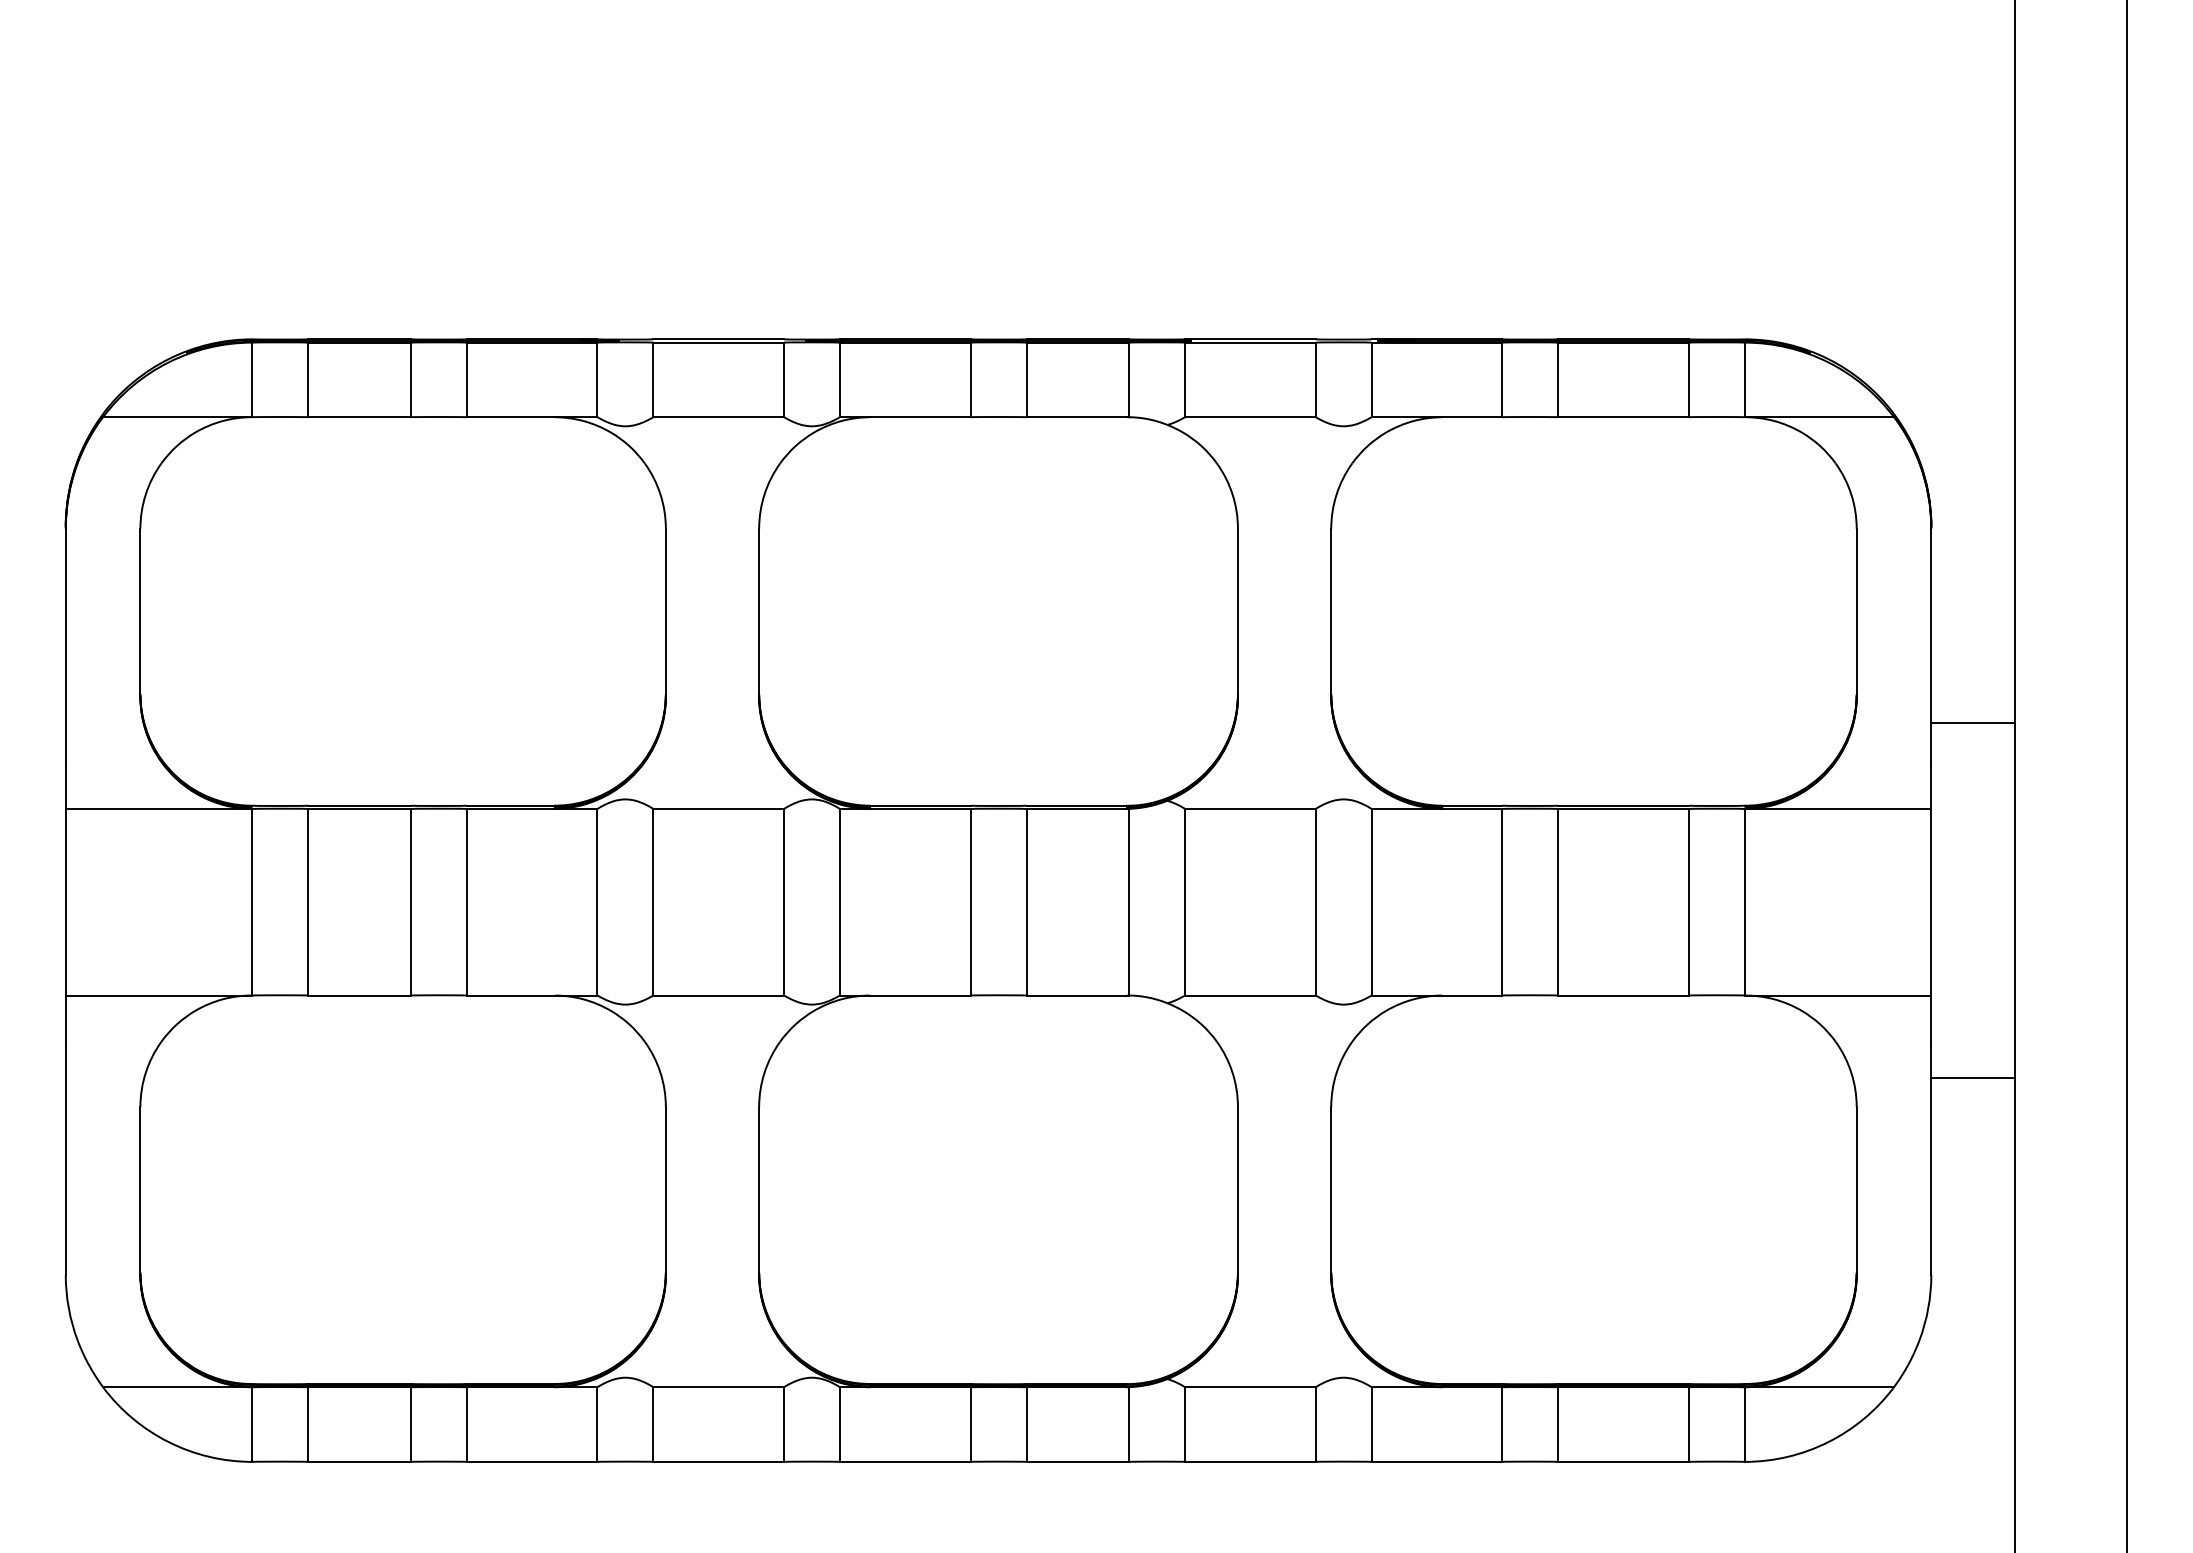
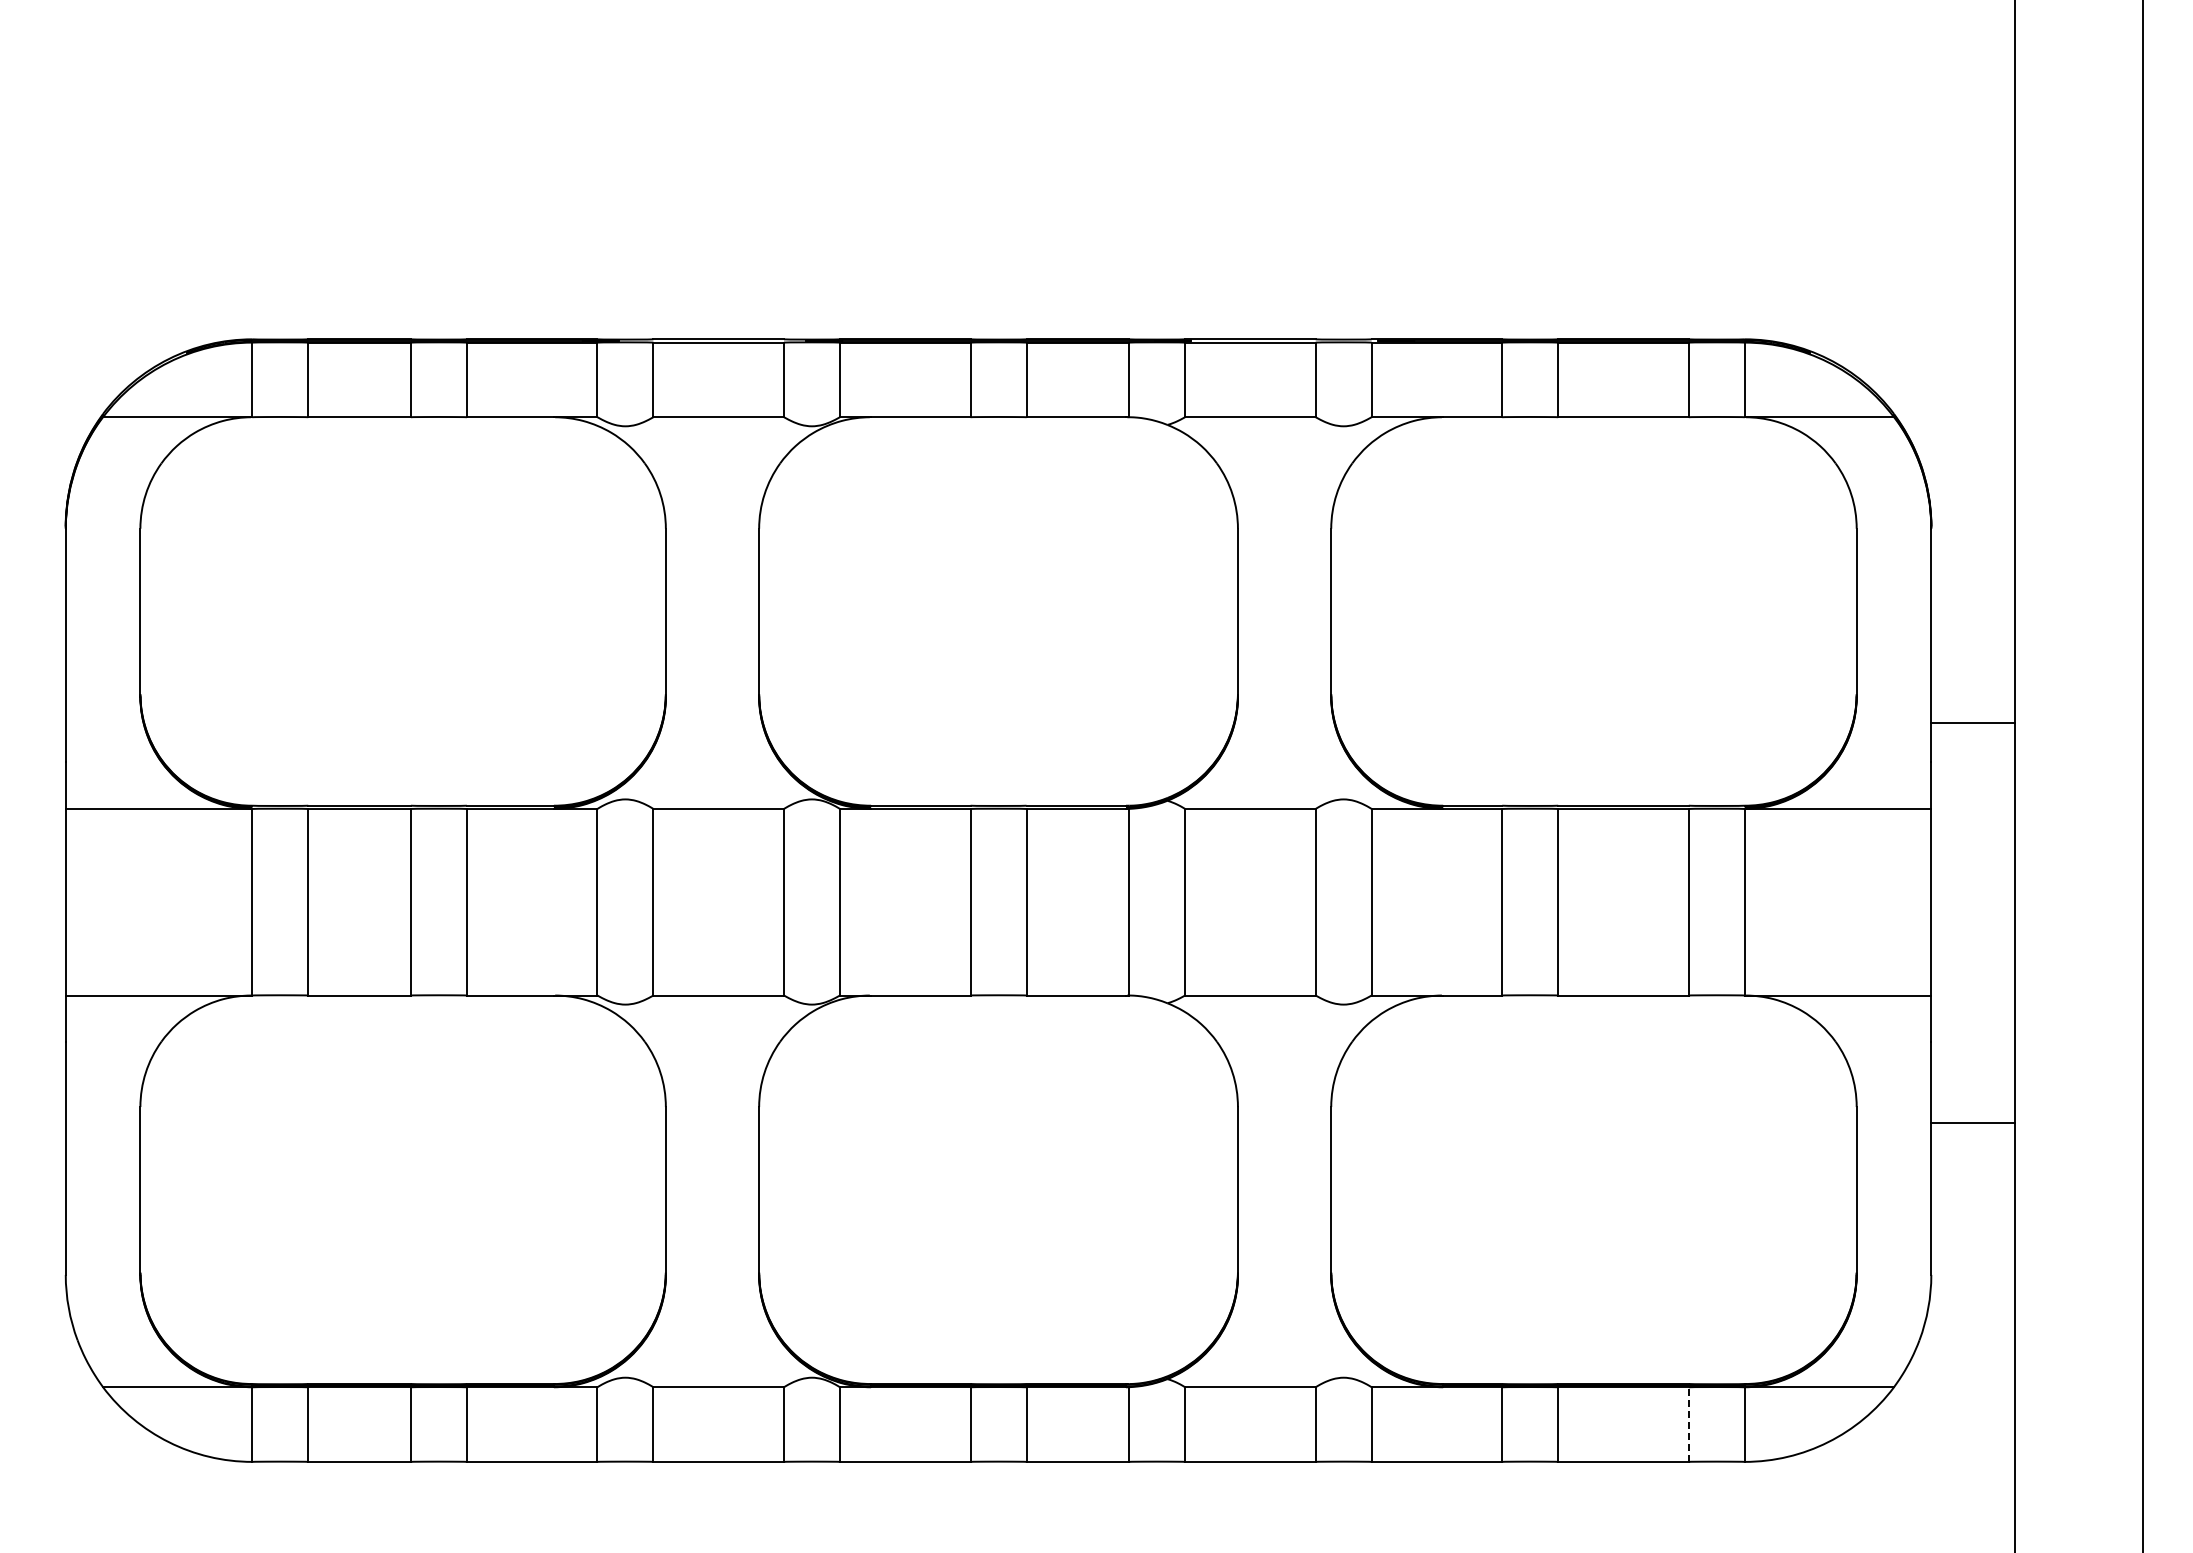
line at (2127, 775) position: (2127, 775) -> (2143, 775)
line at (1973, 1077) position: (1973, 1077) -> (1973, 1122)
line at (1688, 1424): solid -> dashed
